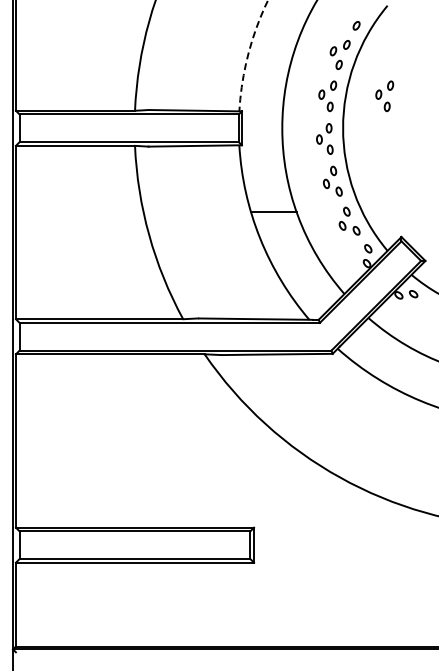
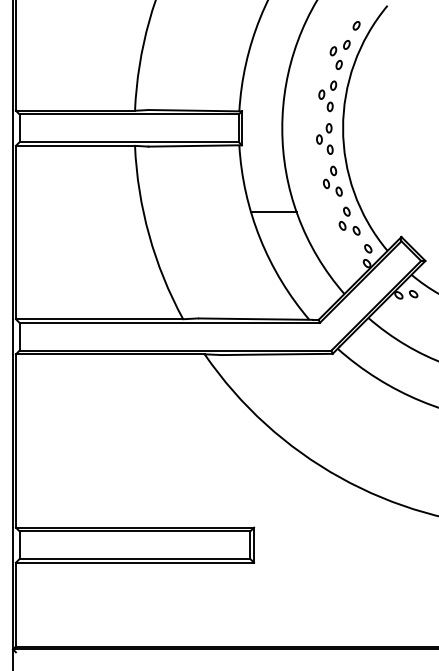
arc at (248, 55): dashed -> solid
part at (384, 96): present -> none
